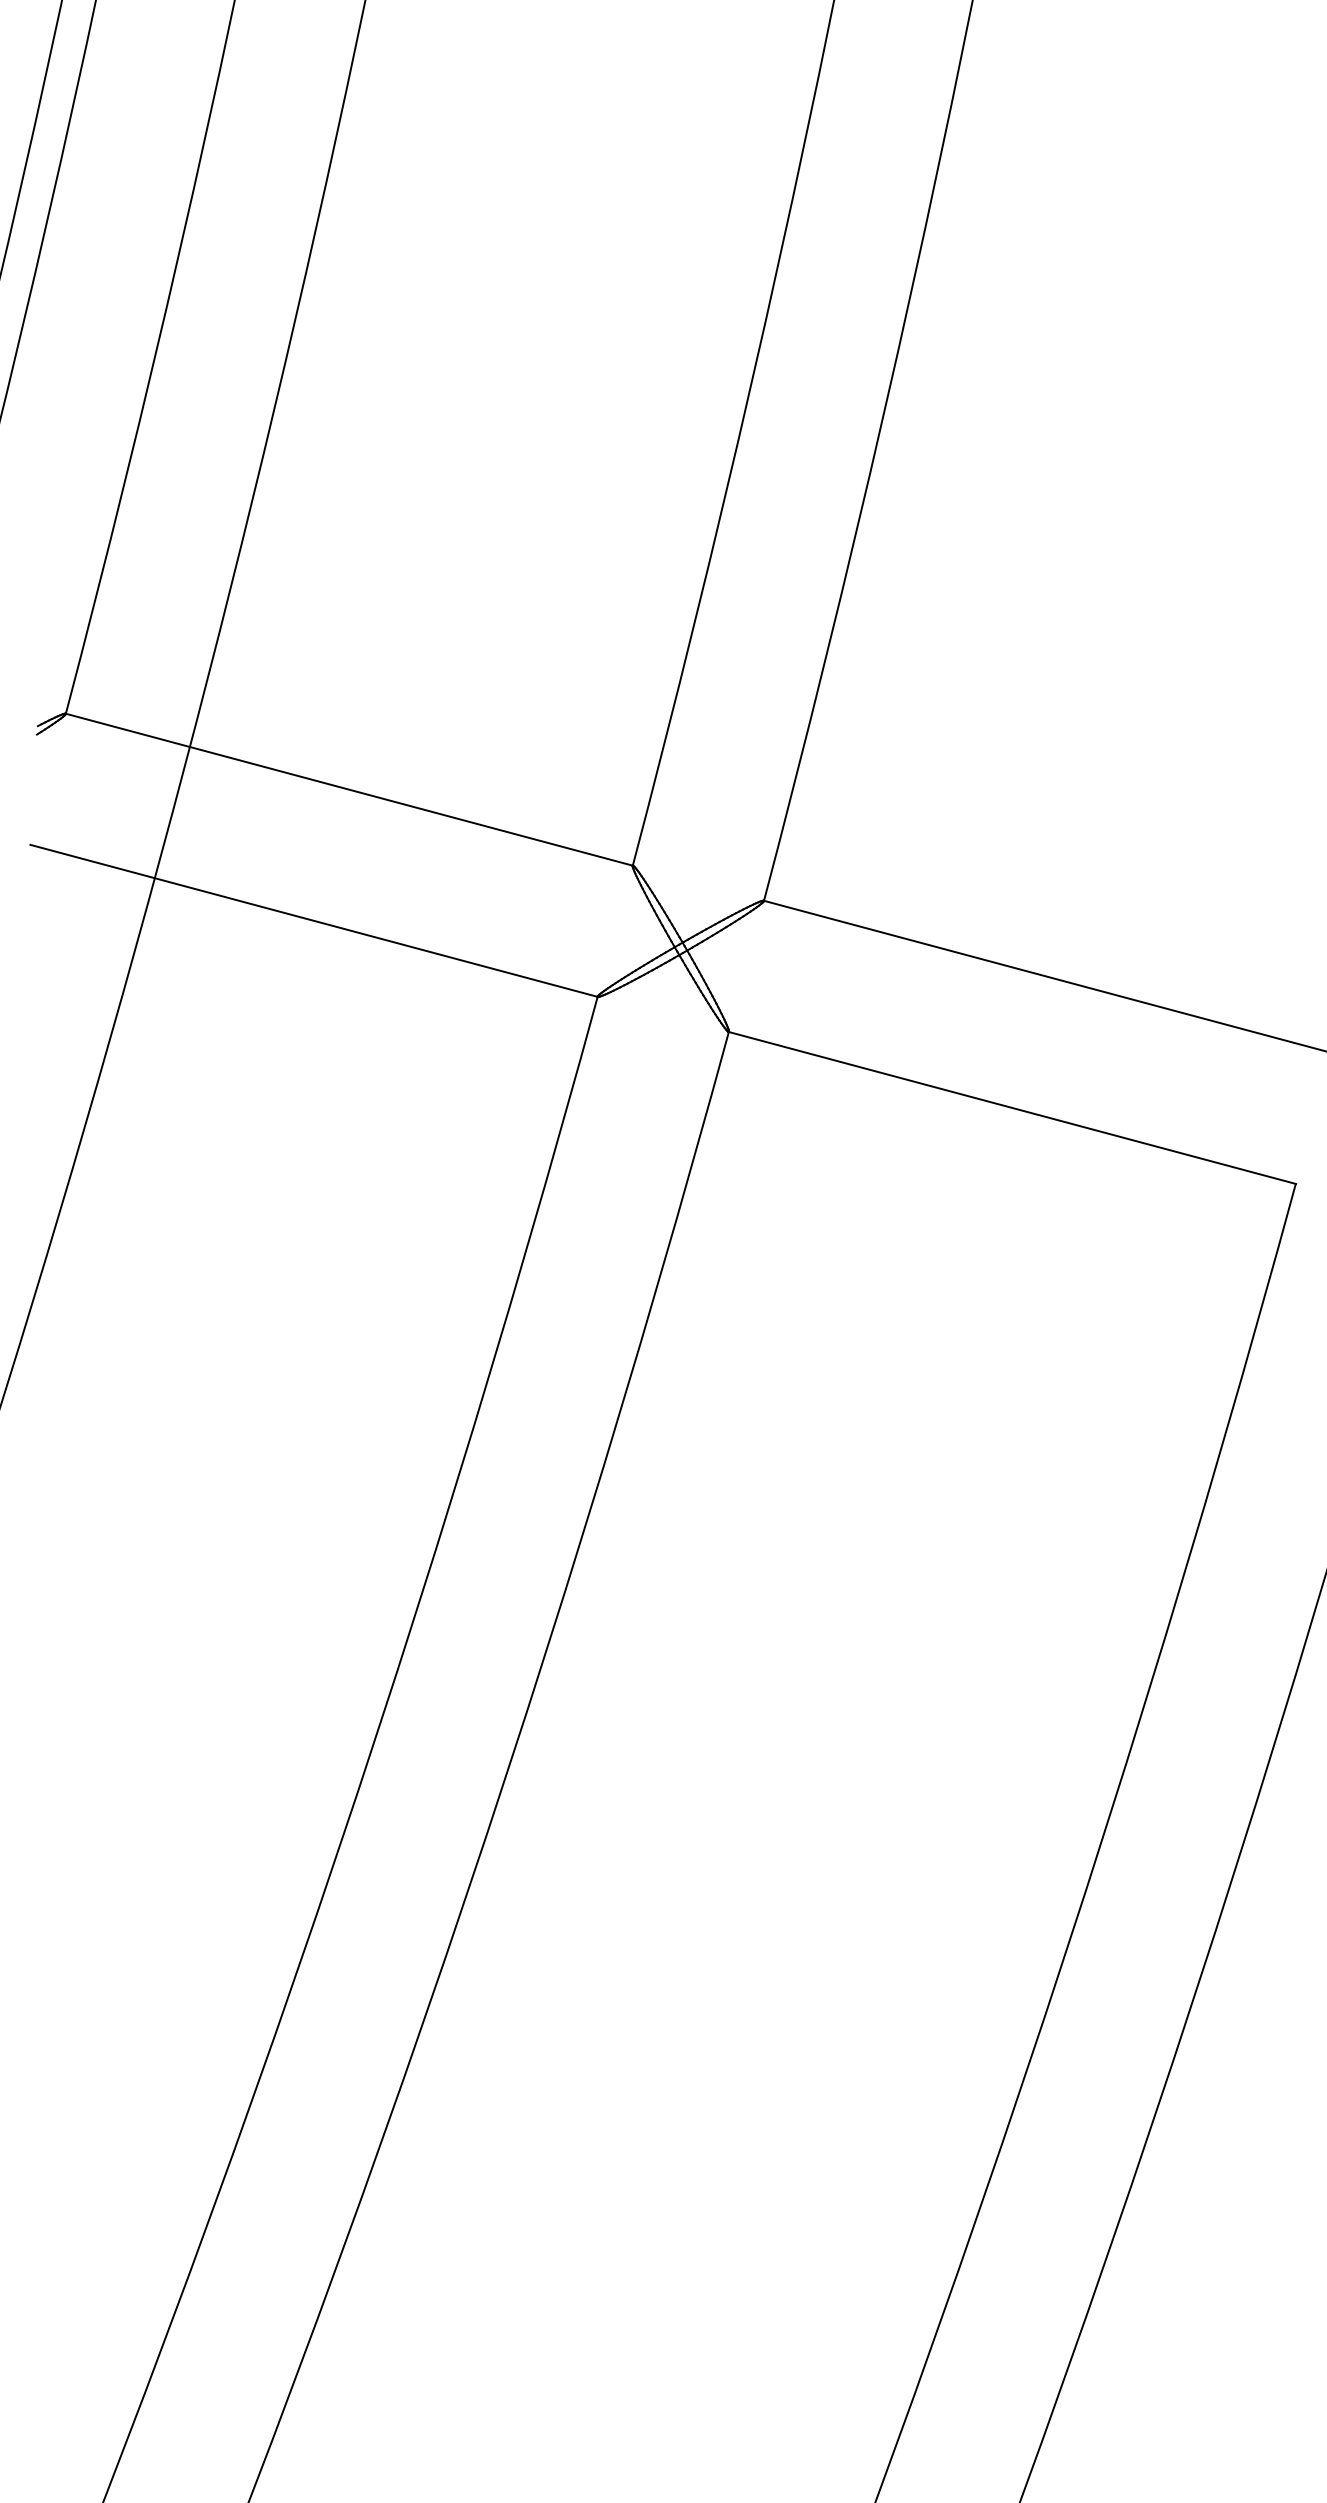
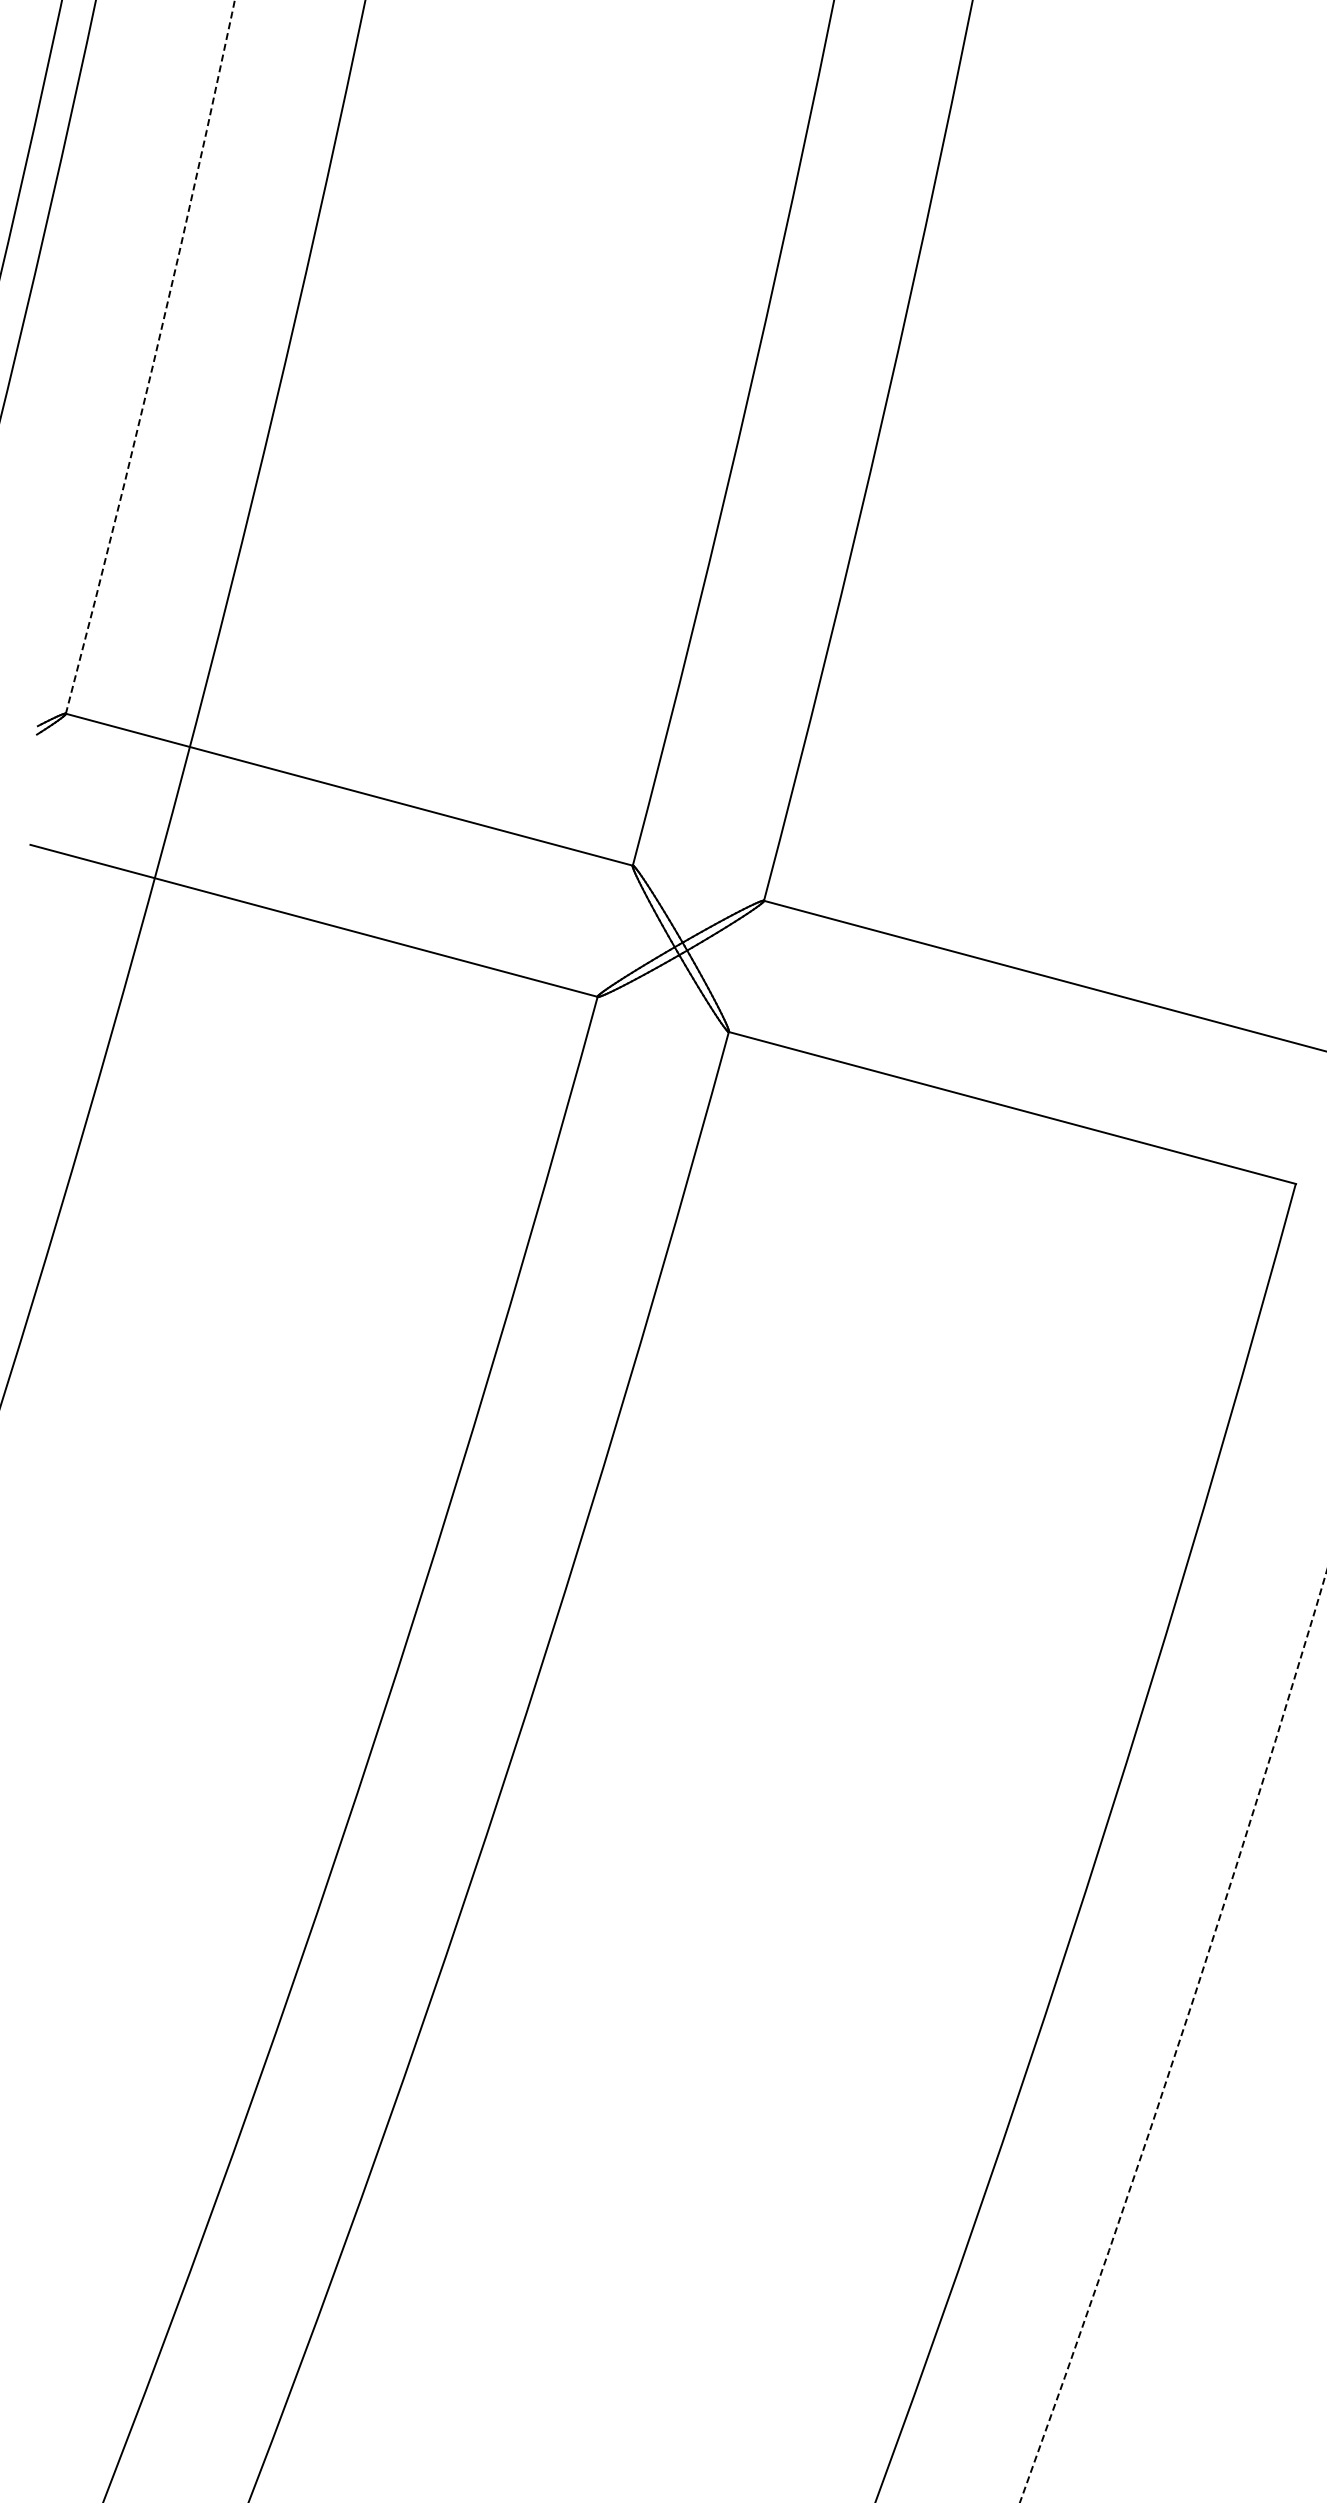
arc at (154, 358): solid -> dashed
arc at (1180, 2039): solid -> dashed
